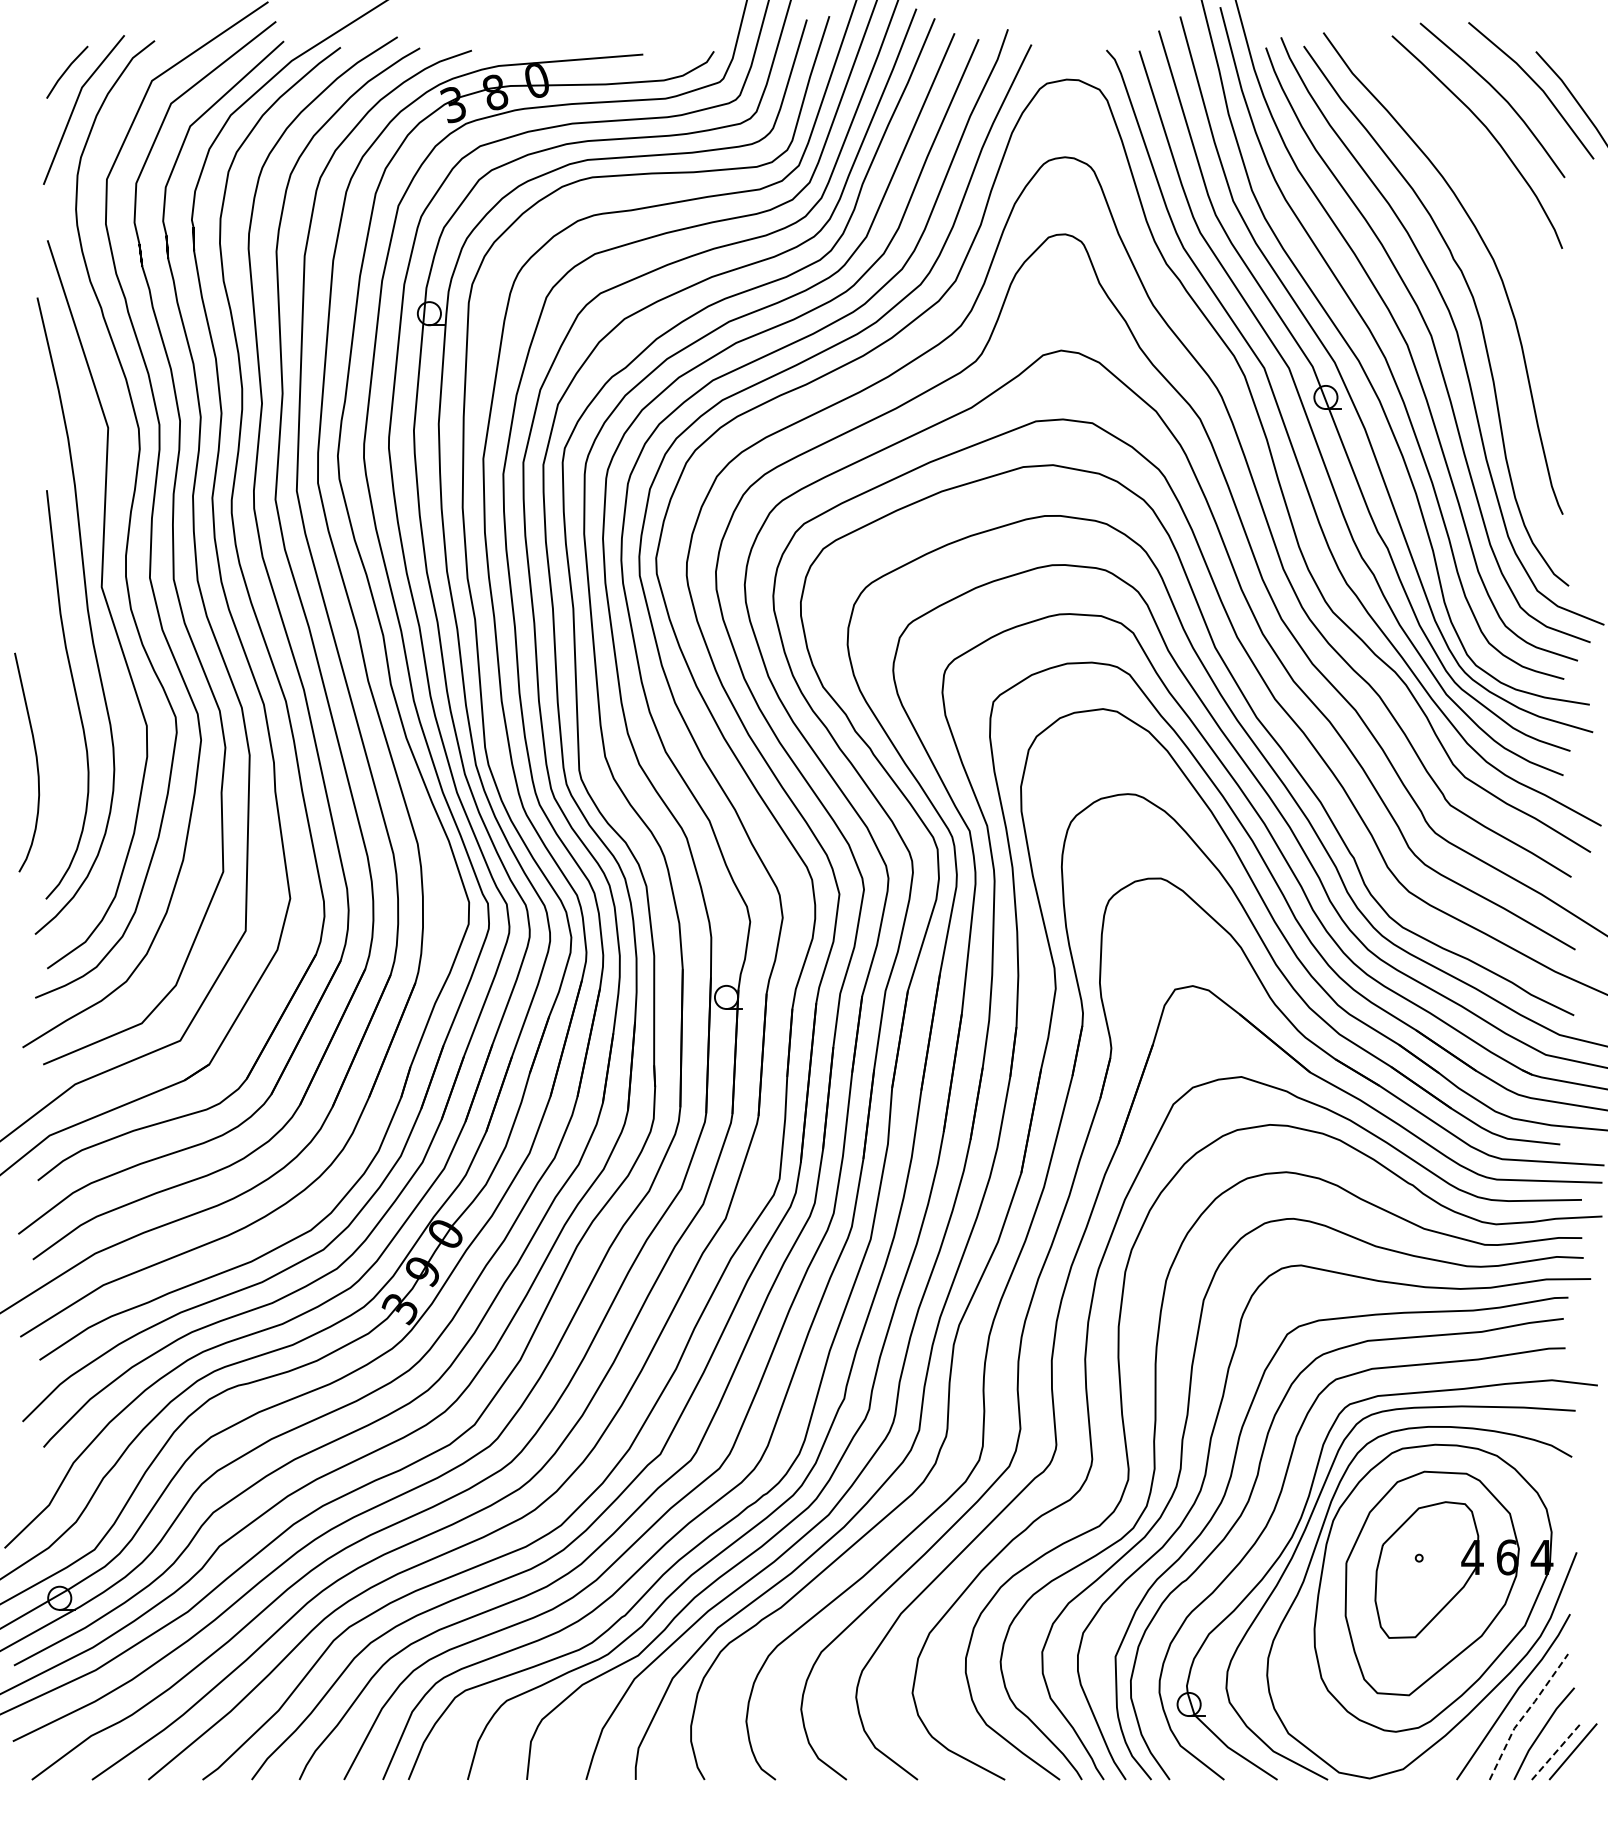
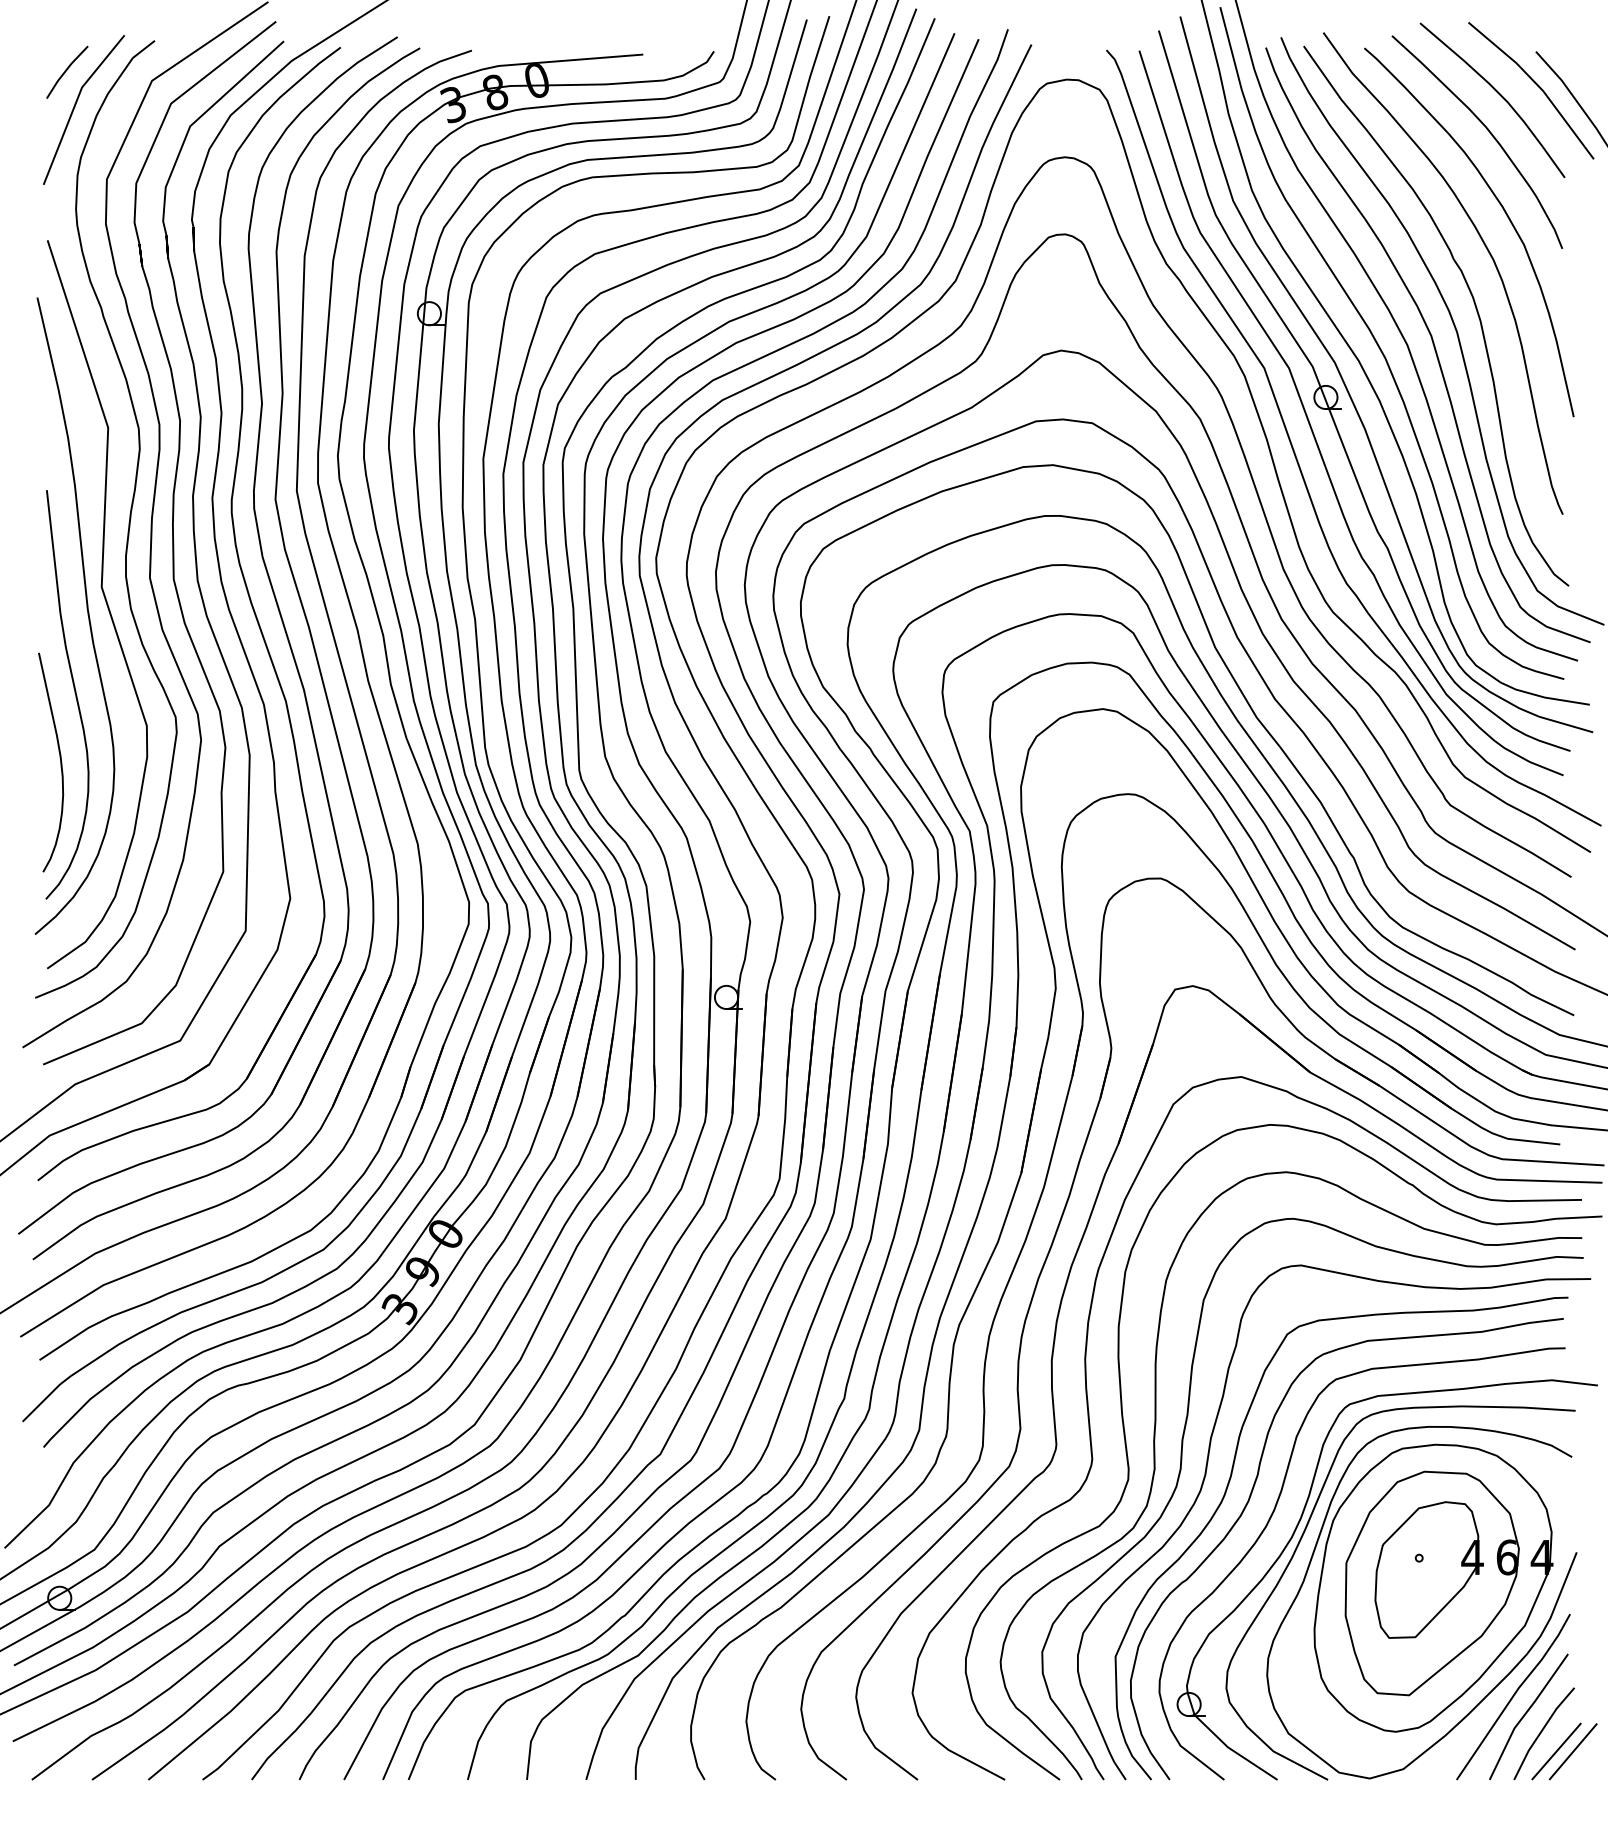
curve at (1505, 214): none -> present
curve at (35, 758) position: (35, 758) -> (59, 758)
line at (1525, 1714): dashed -> solid
line at (1556, 1751): dashed -> solid
